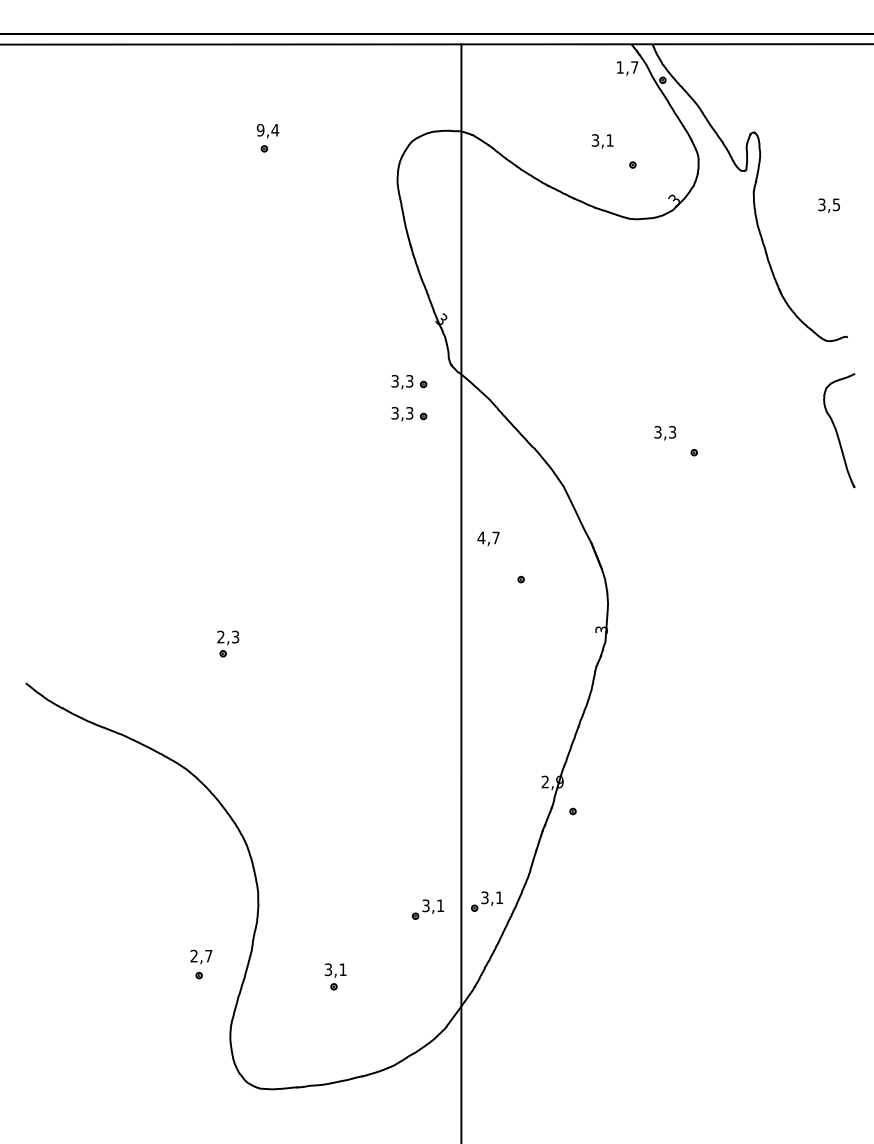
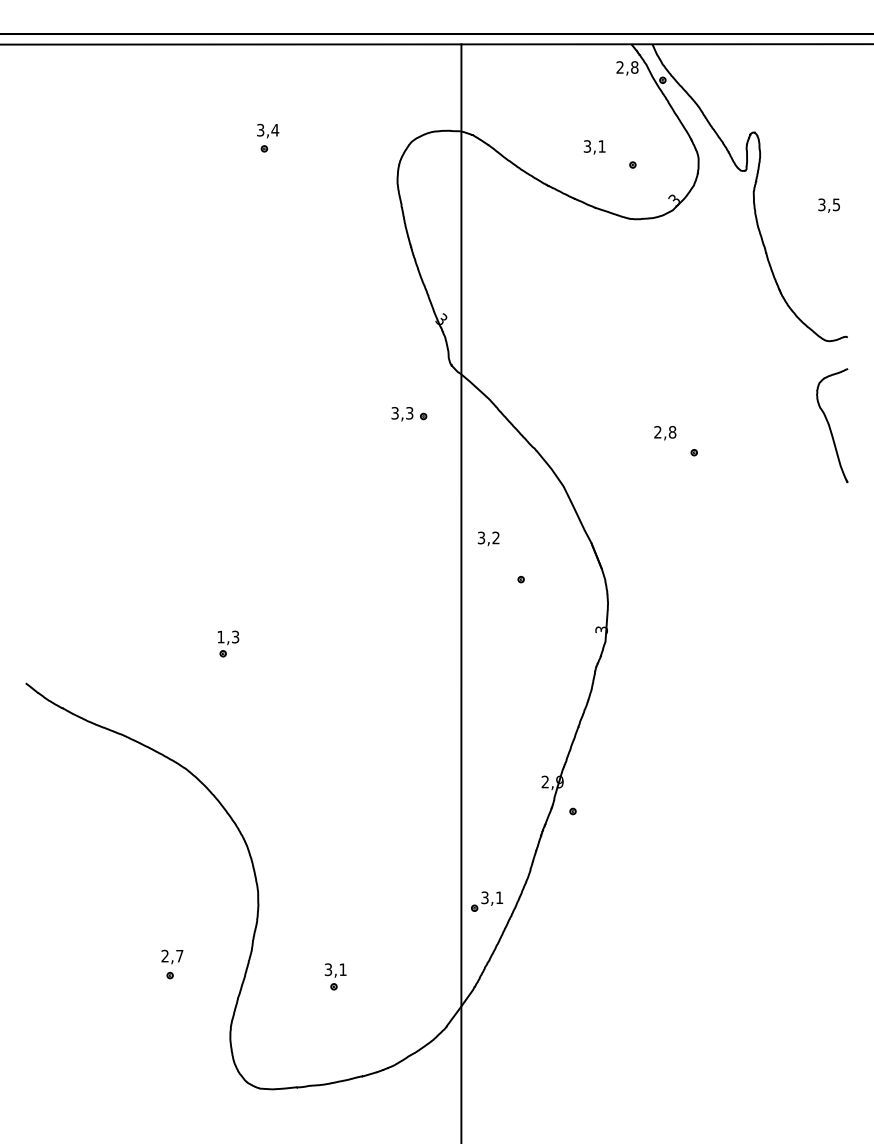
text at (627, 67): 1,7 -> 2,8
text at (260, 130): 9,4 -> 3,4
text at (602, 141) position: (602, 141) -> (594, 147)
part at (409, 382): present -> none
curve at (837, 430) position: (837, 430) -> (830, 425)
text at (665, 432): 3,3 -> 2,8
text at (488, 537): 4,7 -> 3,2
text at (220, 636): 2,3 -> 1,3
part at (428, 909): present -> none
part at (201, 964) position: (201, 964) -> (172, 964)
